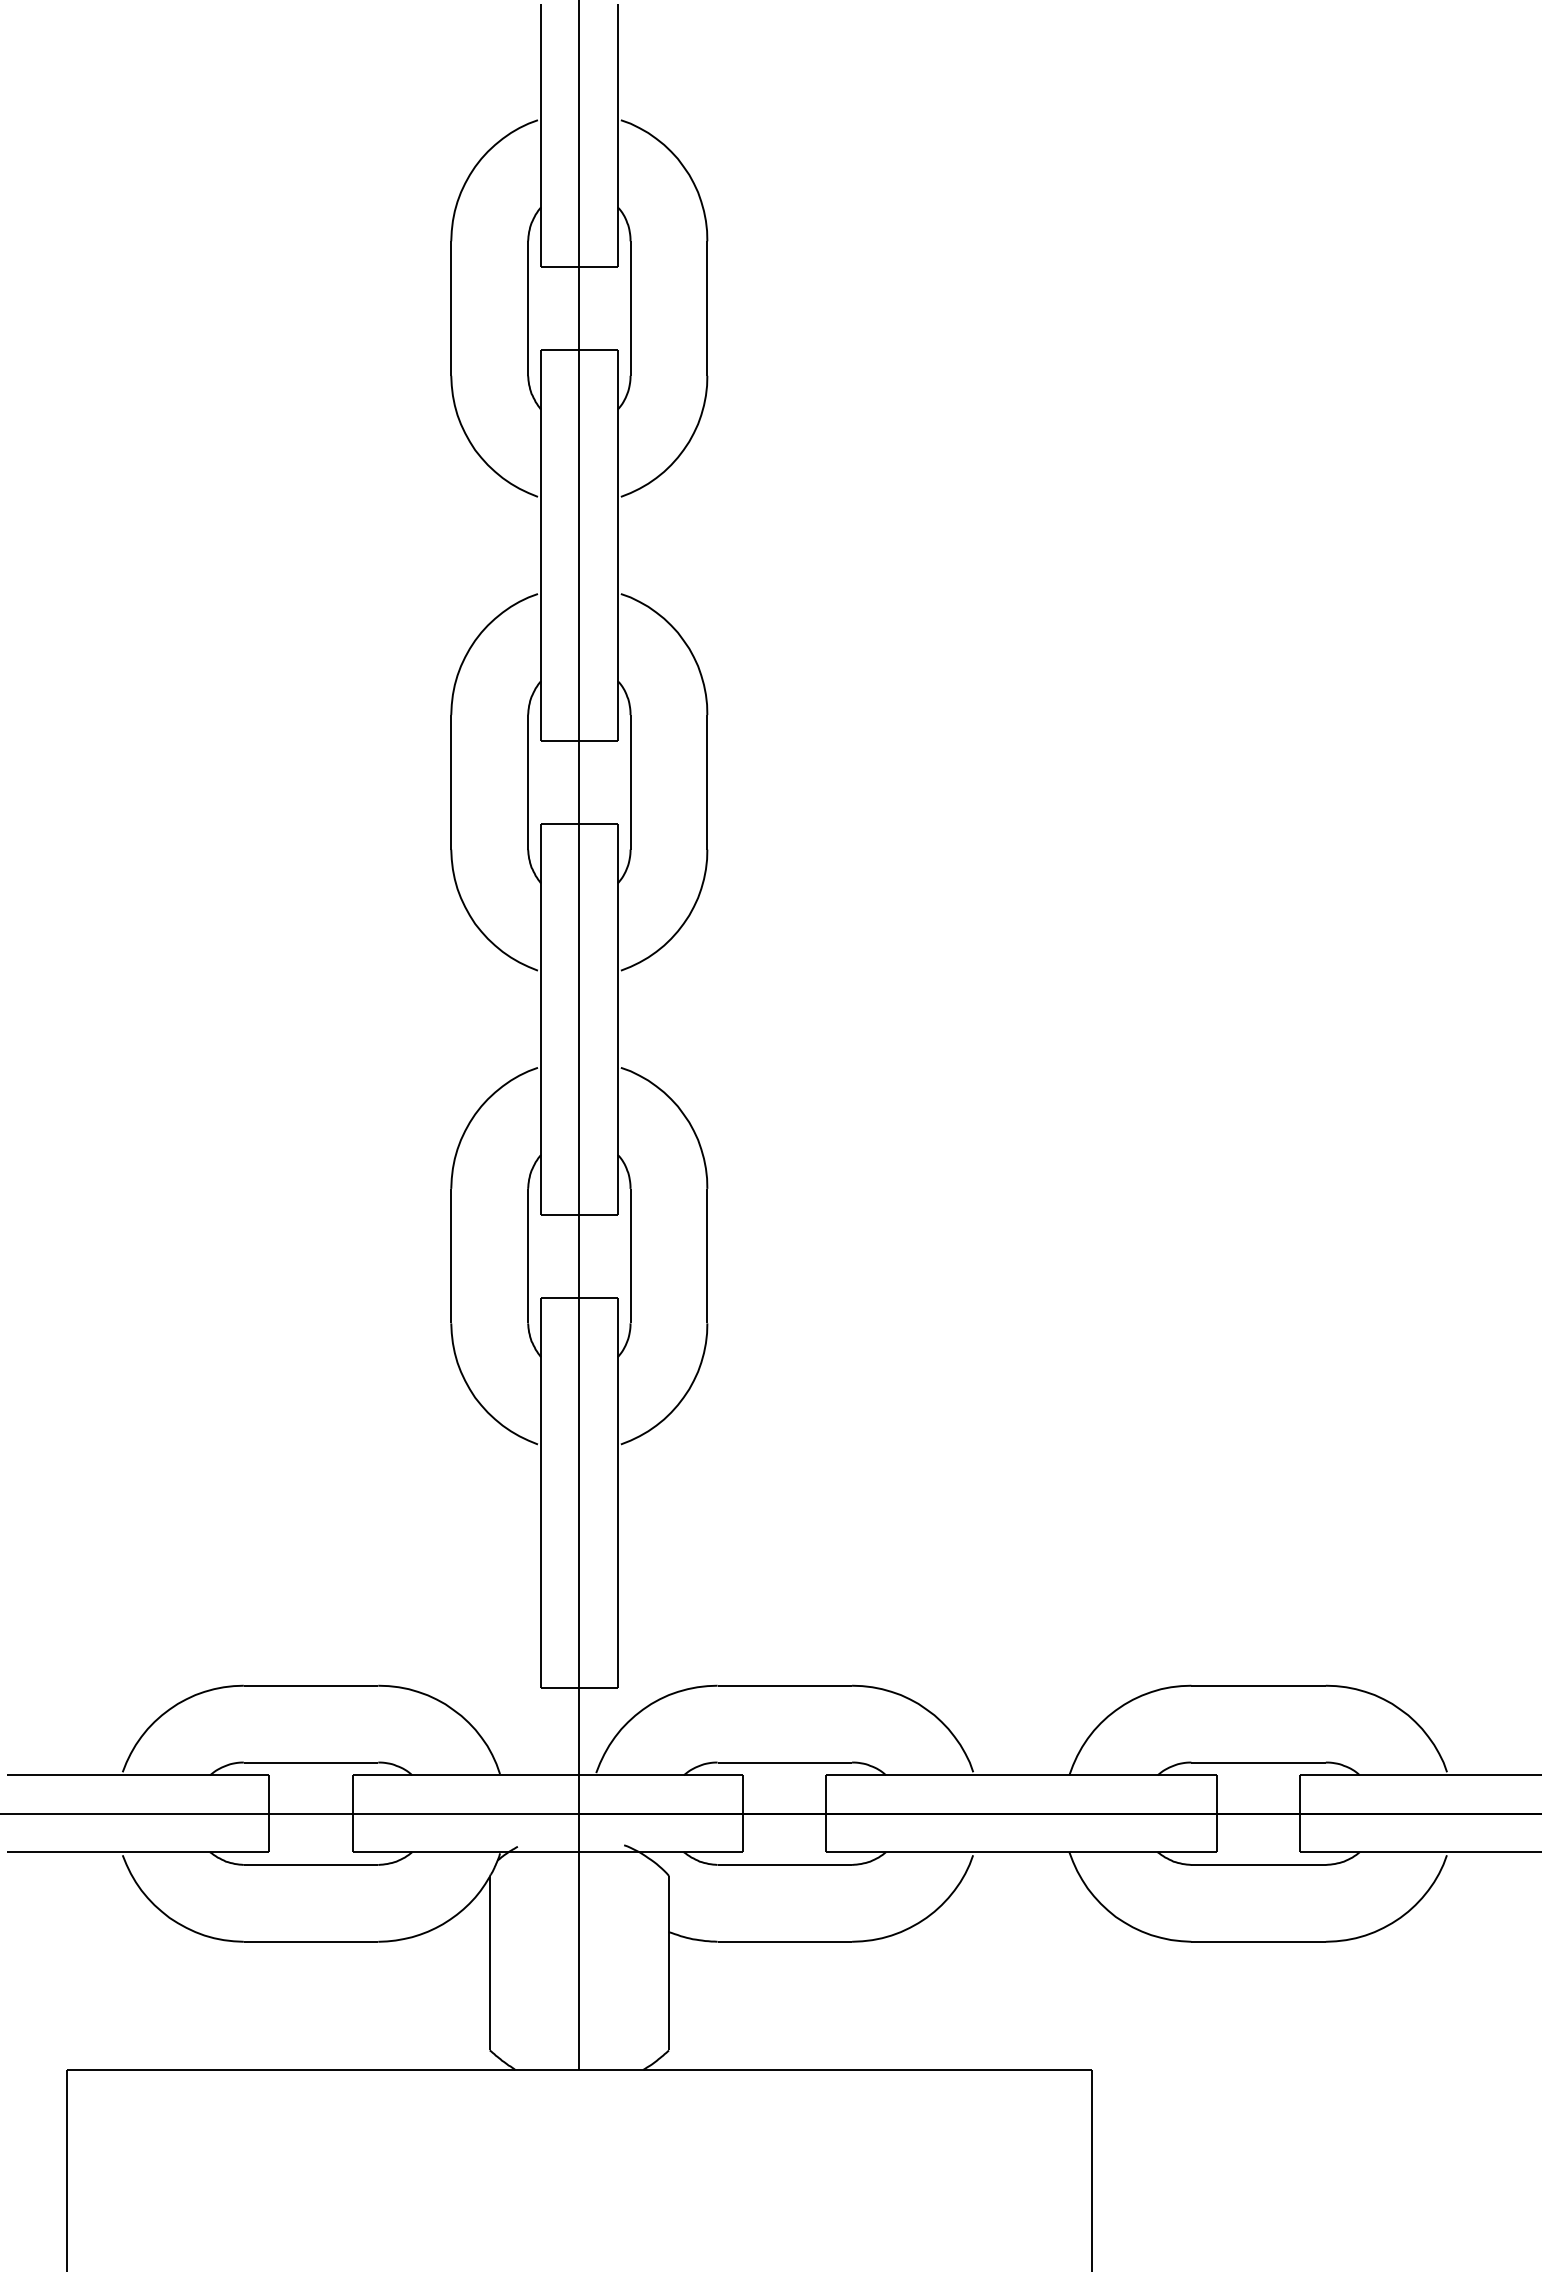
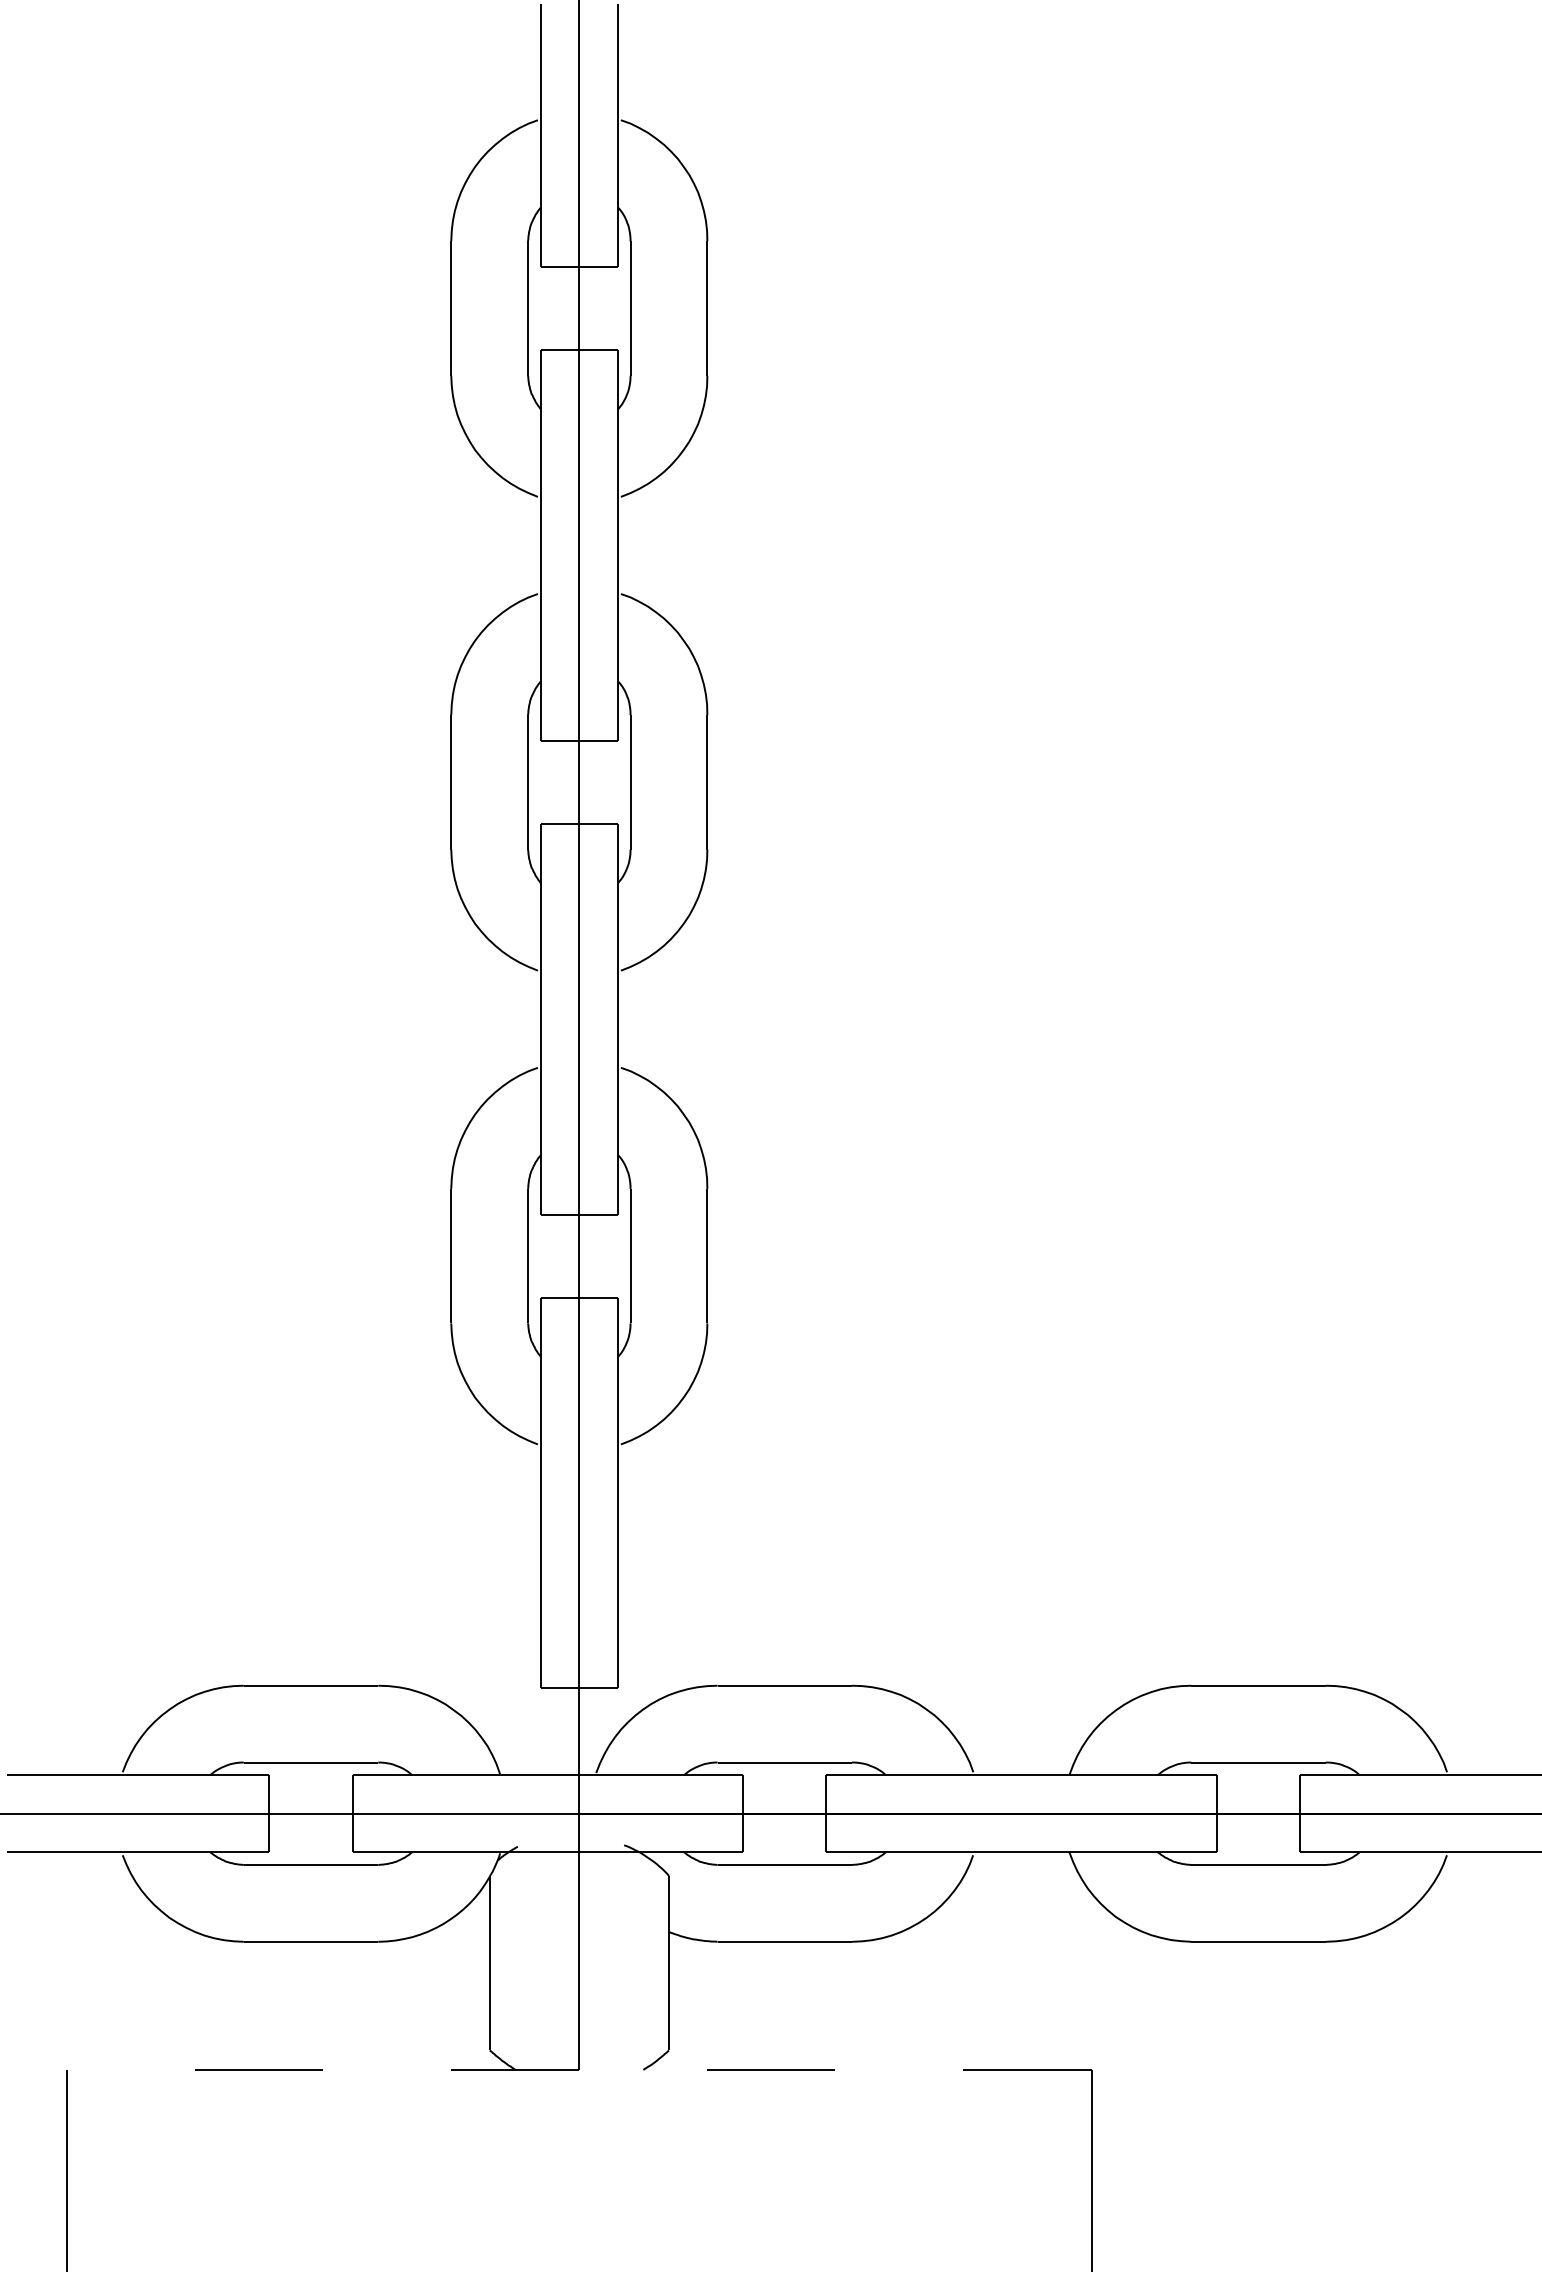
line at (578, 2069): solid -> dashed
